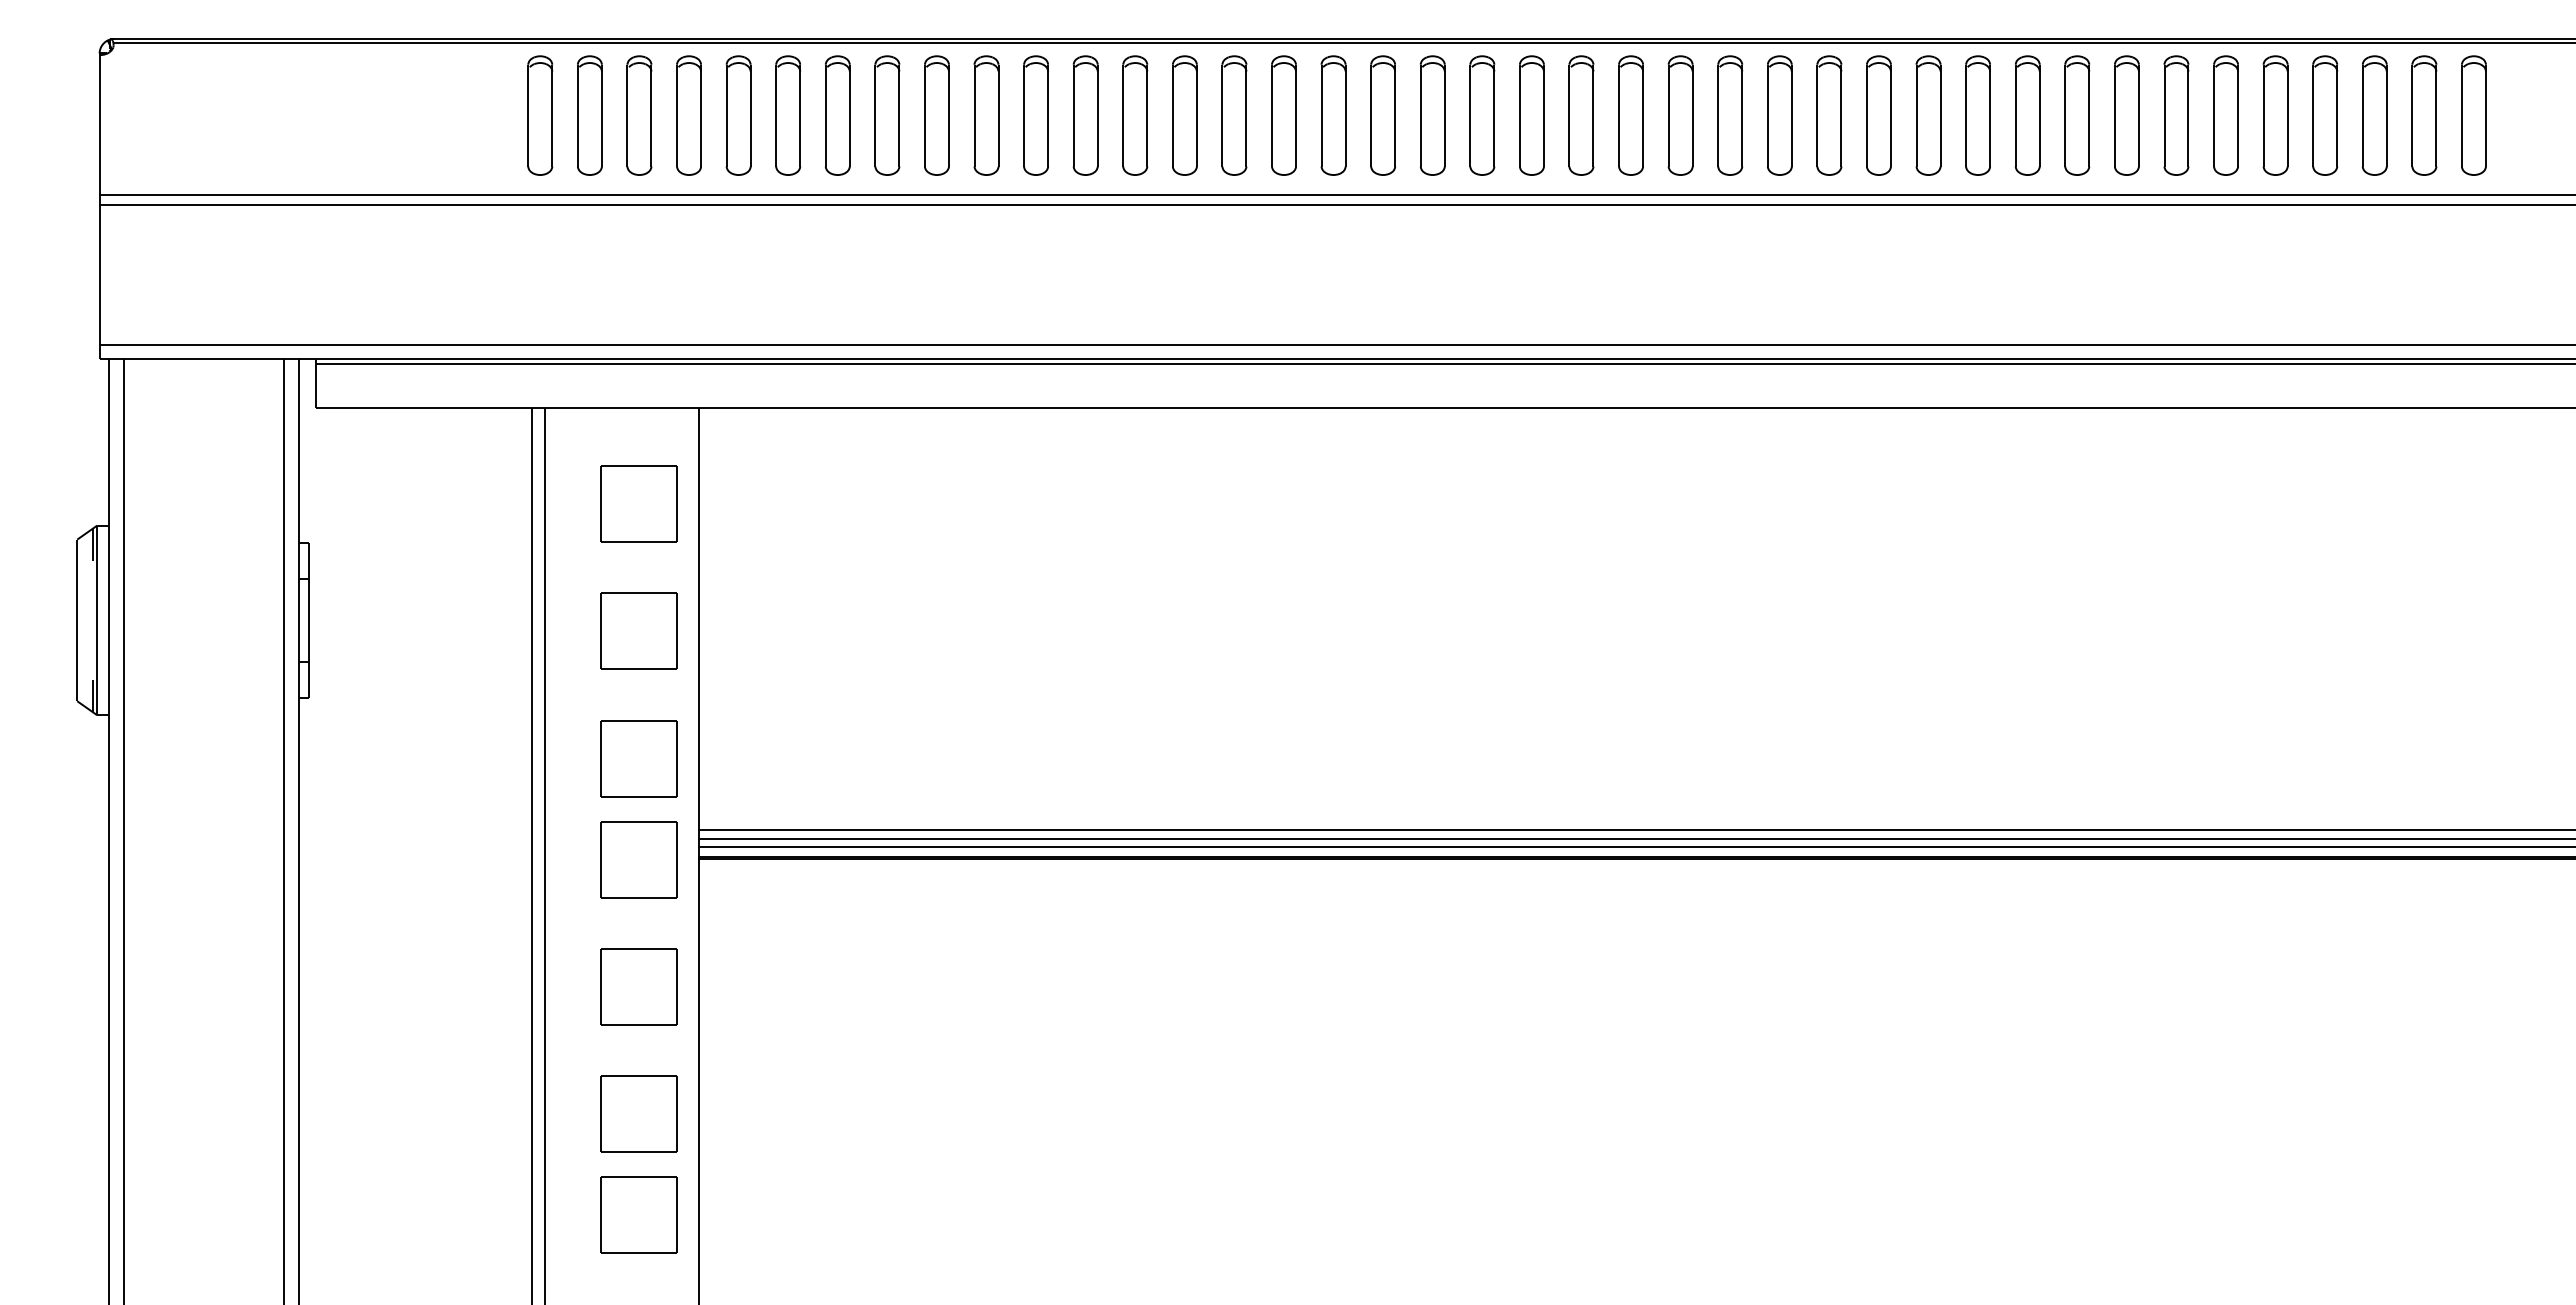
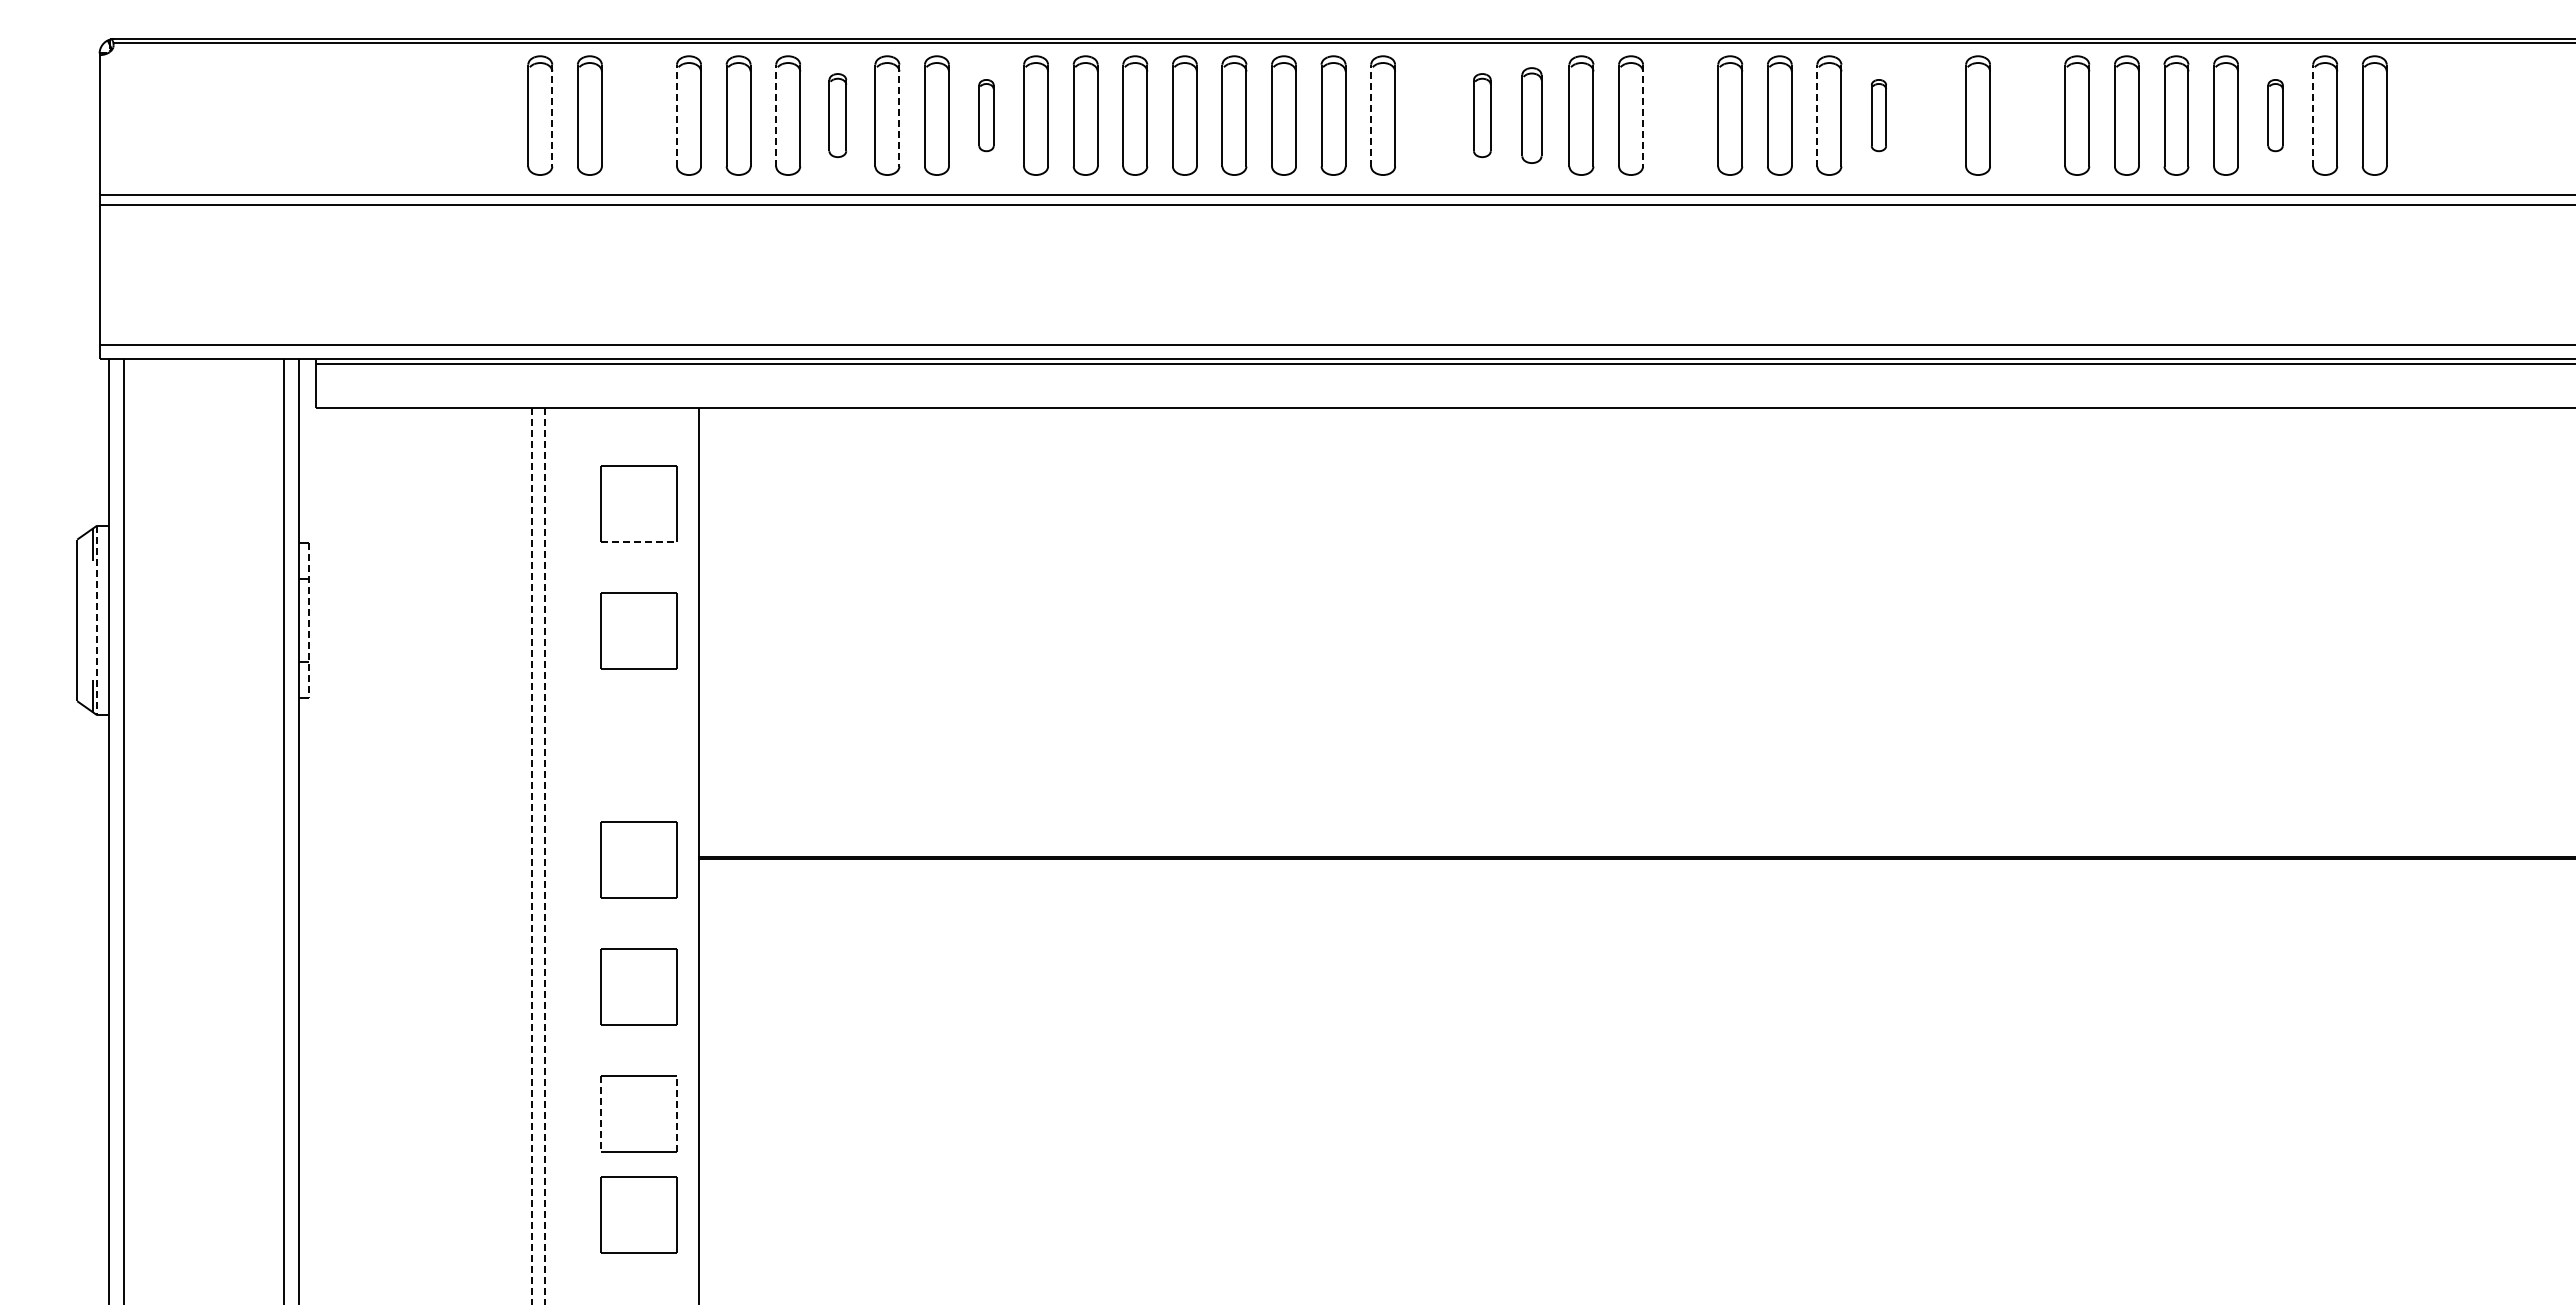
line at (552, 115): solid -> dashed
part at (639, 115): present -> none
line at (677, 115): solid -> dashed
line at (776, 115): solid -> dashed
part at (837, 115) size: 26x121 px -> 20x85 px
line at (899, 115): solid -> dashed
part at (986, 115) size: 27x121 px -> 17x74 px
line at (1371, 115): solid -> dashed
part at (1432, 115): present -> none
part at (1482, 115) size: 27x121 px -> 19x85 px
part at (1531, 115) size: 26x121 px -> 22x97 px
line at (1643, 115): solid -> dashed
part at (1680, 115): present -> none
line at (1817, 115): solid -> dashed
part at (1878, 115) size: 26x121 px -> 17x74 px
part at (1928, 115): present -> none
part at (2027, 115): present -> none
part at (2275, 115) size: 27x121 px -> 17x74 px
line at (2313, 115): solid -> dashed
part at (2424, 115): present -> none
part at (2473, 115): present -> none
line at (639, 542): solid -> dashed
line at (97, 620): solid -> dashed
line at (309, 620): solid -> dashed
part at (638, 758): present -> none
line at (1635, 829): present -> none
line at (1635, 839): present -> none
line at (1635, 847): present -> none
line at (531, 857): solid -> dashed
line at (544, 857): solid -> dashed
line at (601, 1114): solid -> dashed
line at (677, 1114): solid -> dashed
